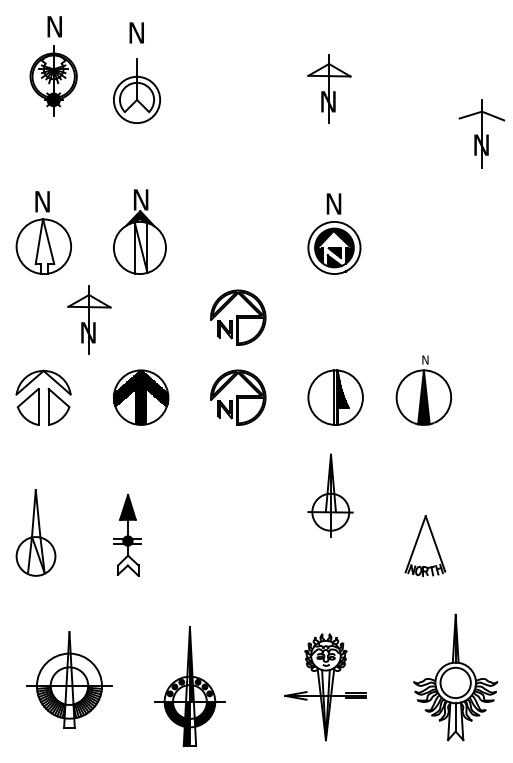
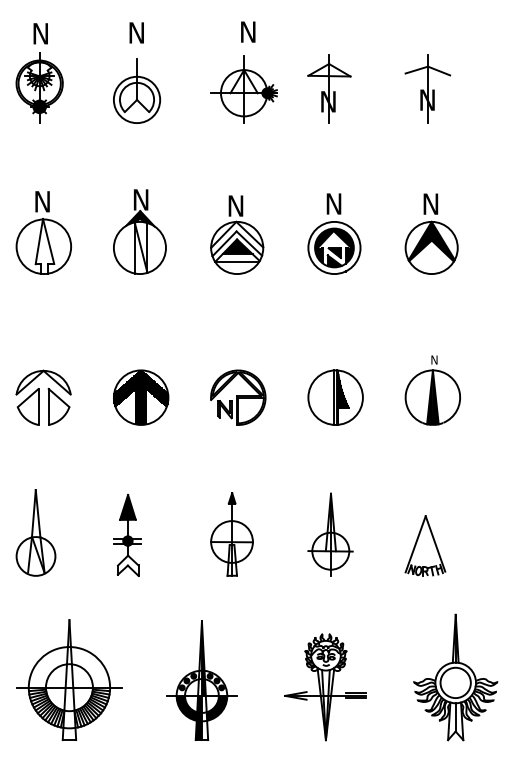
part at (53, 66) position: (53, 66) -> (39, 73)
part at (243, 72): none -> present
part at (481, 133) position: (481, 133) -> (427, 88)
part at (431, 233): none -> present
part at (237, 234): none -> present
part at (238, 317): present -> none
part at (89, 319): present -> none
part at (423, 390) position: (423, 390) -> (432, 390)
part at (330, 495) position: (330, 495) -> (330, 534)
part at (231, 534): none -> present
part at (69, 679) size: 87x98 px -> 107x122 px
part at (189, 686) position: (189, 686) -> (201, 680)
